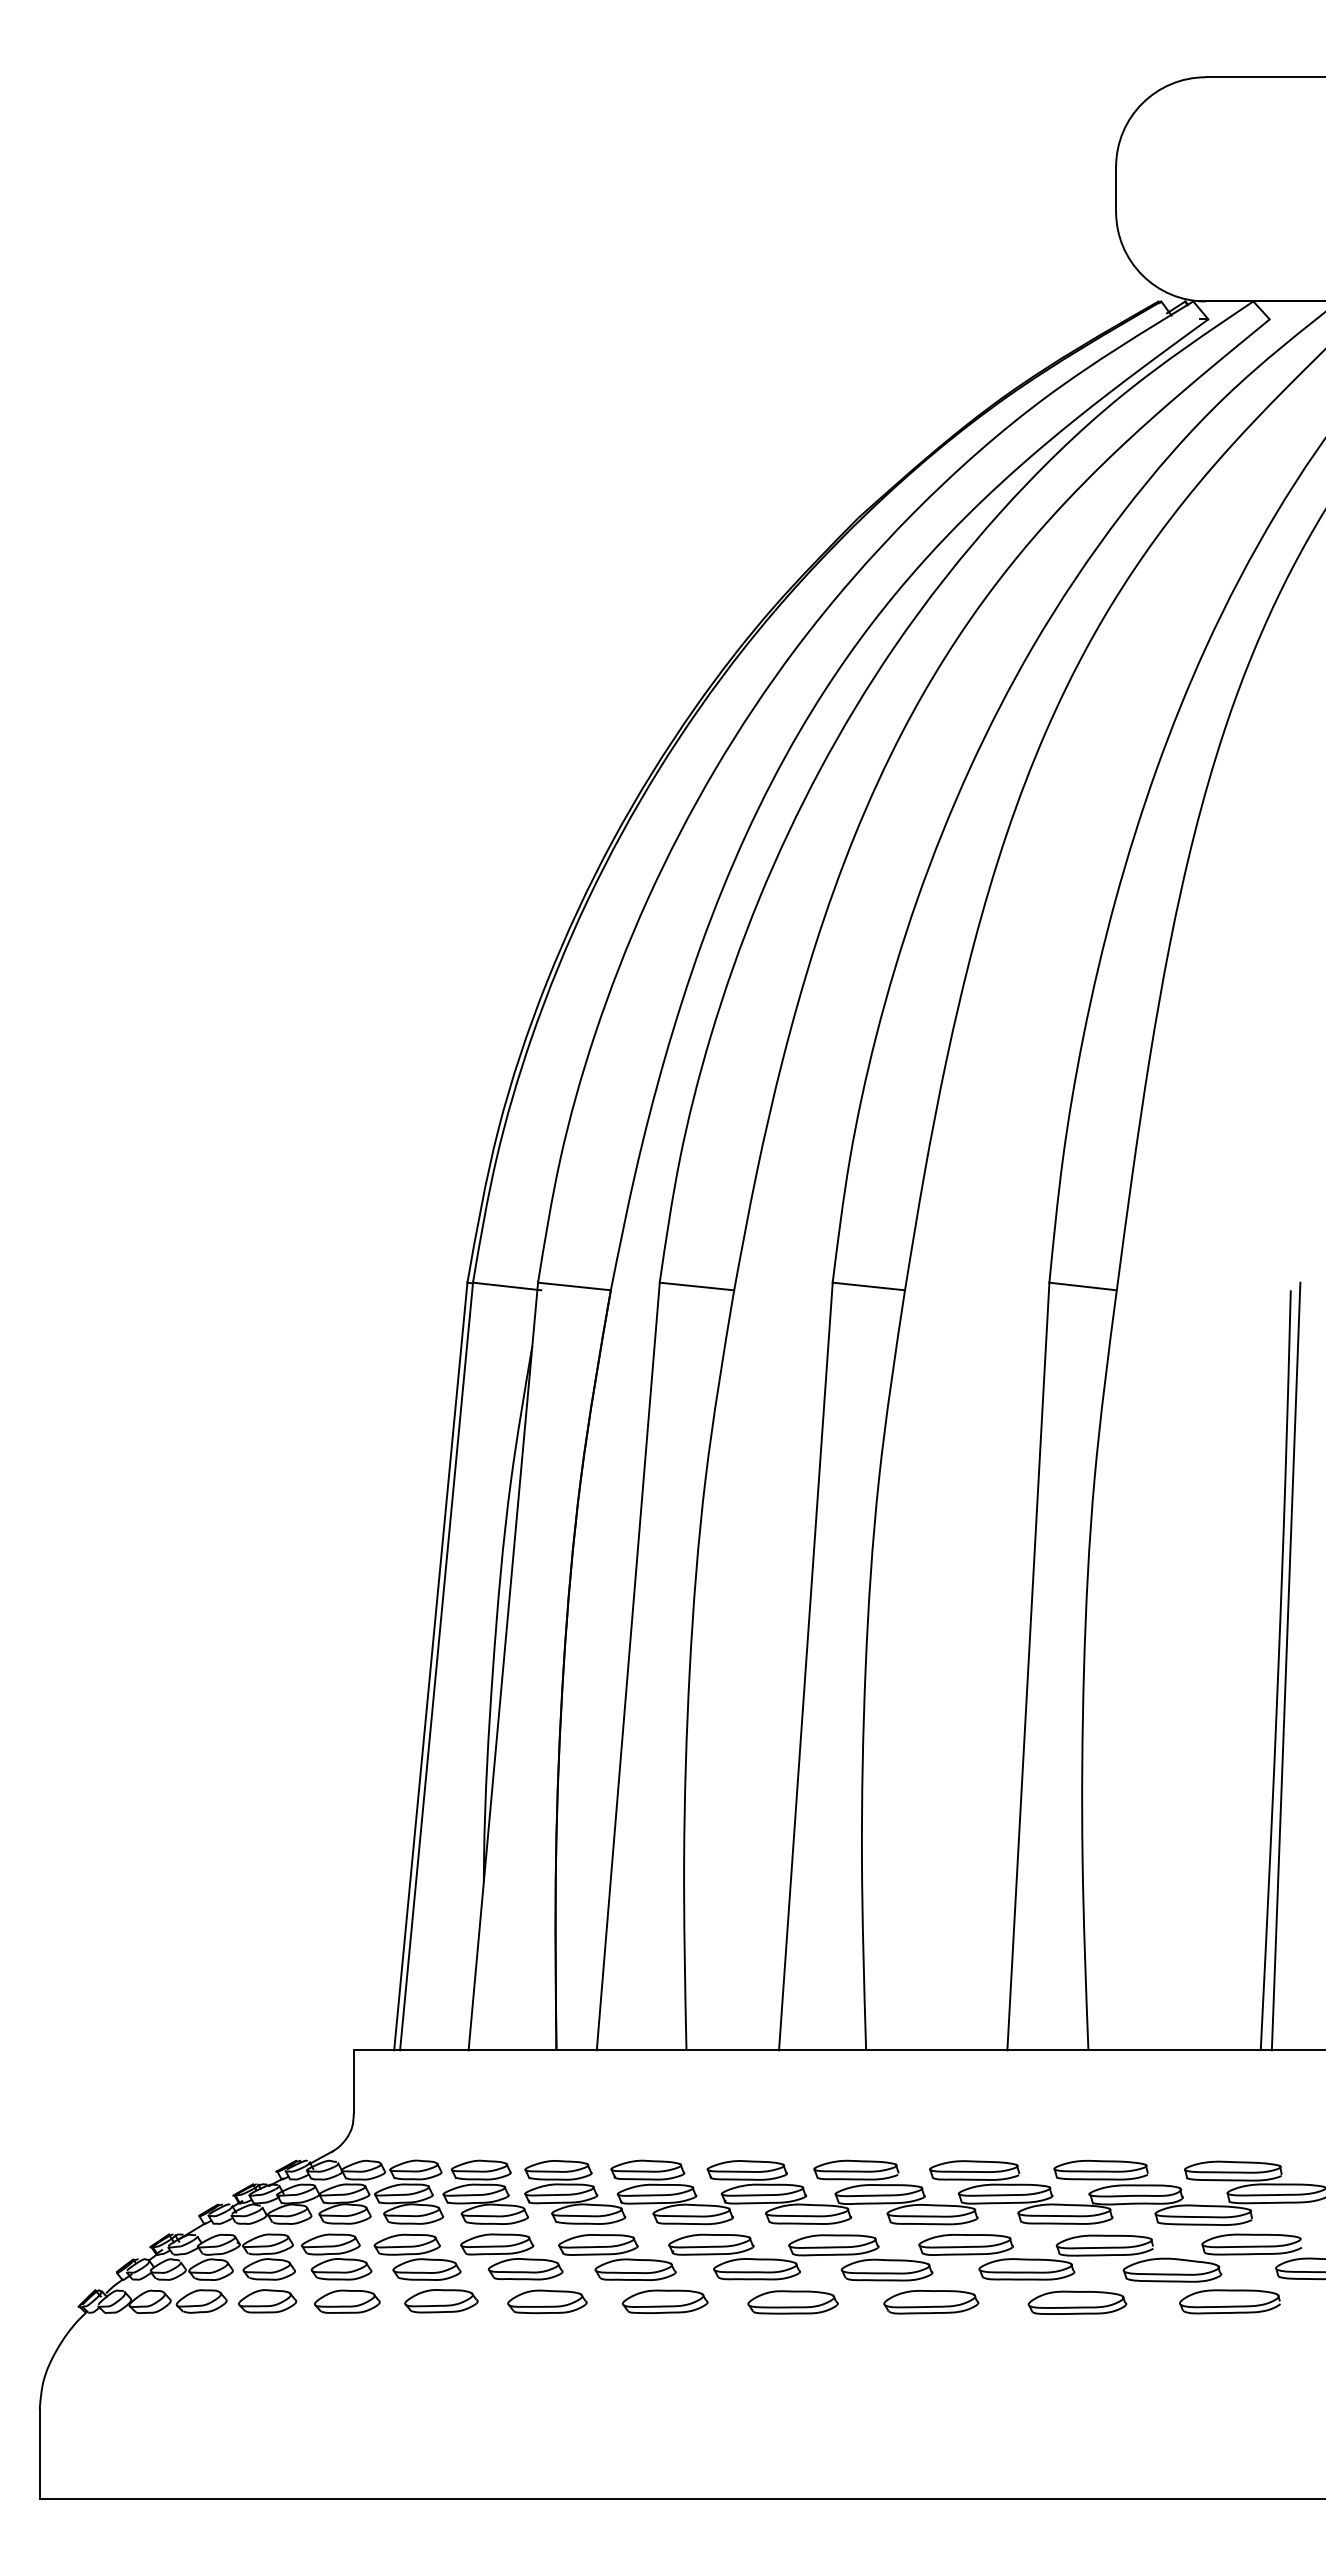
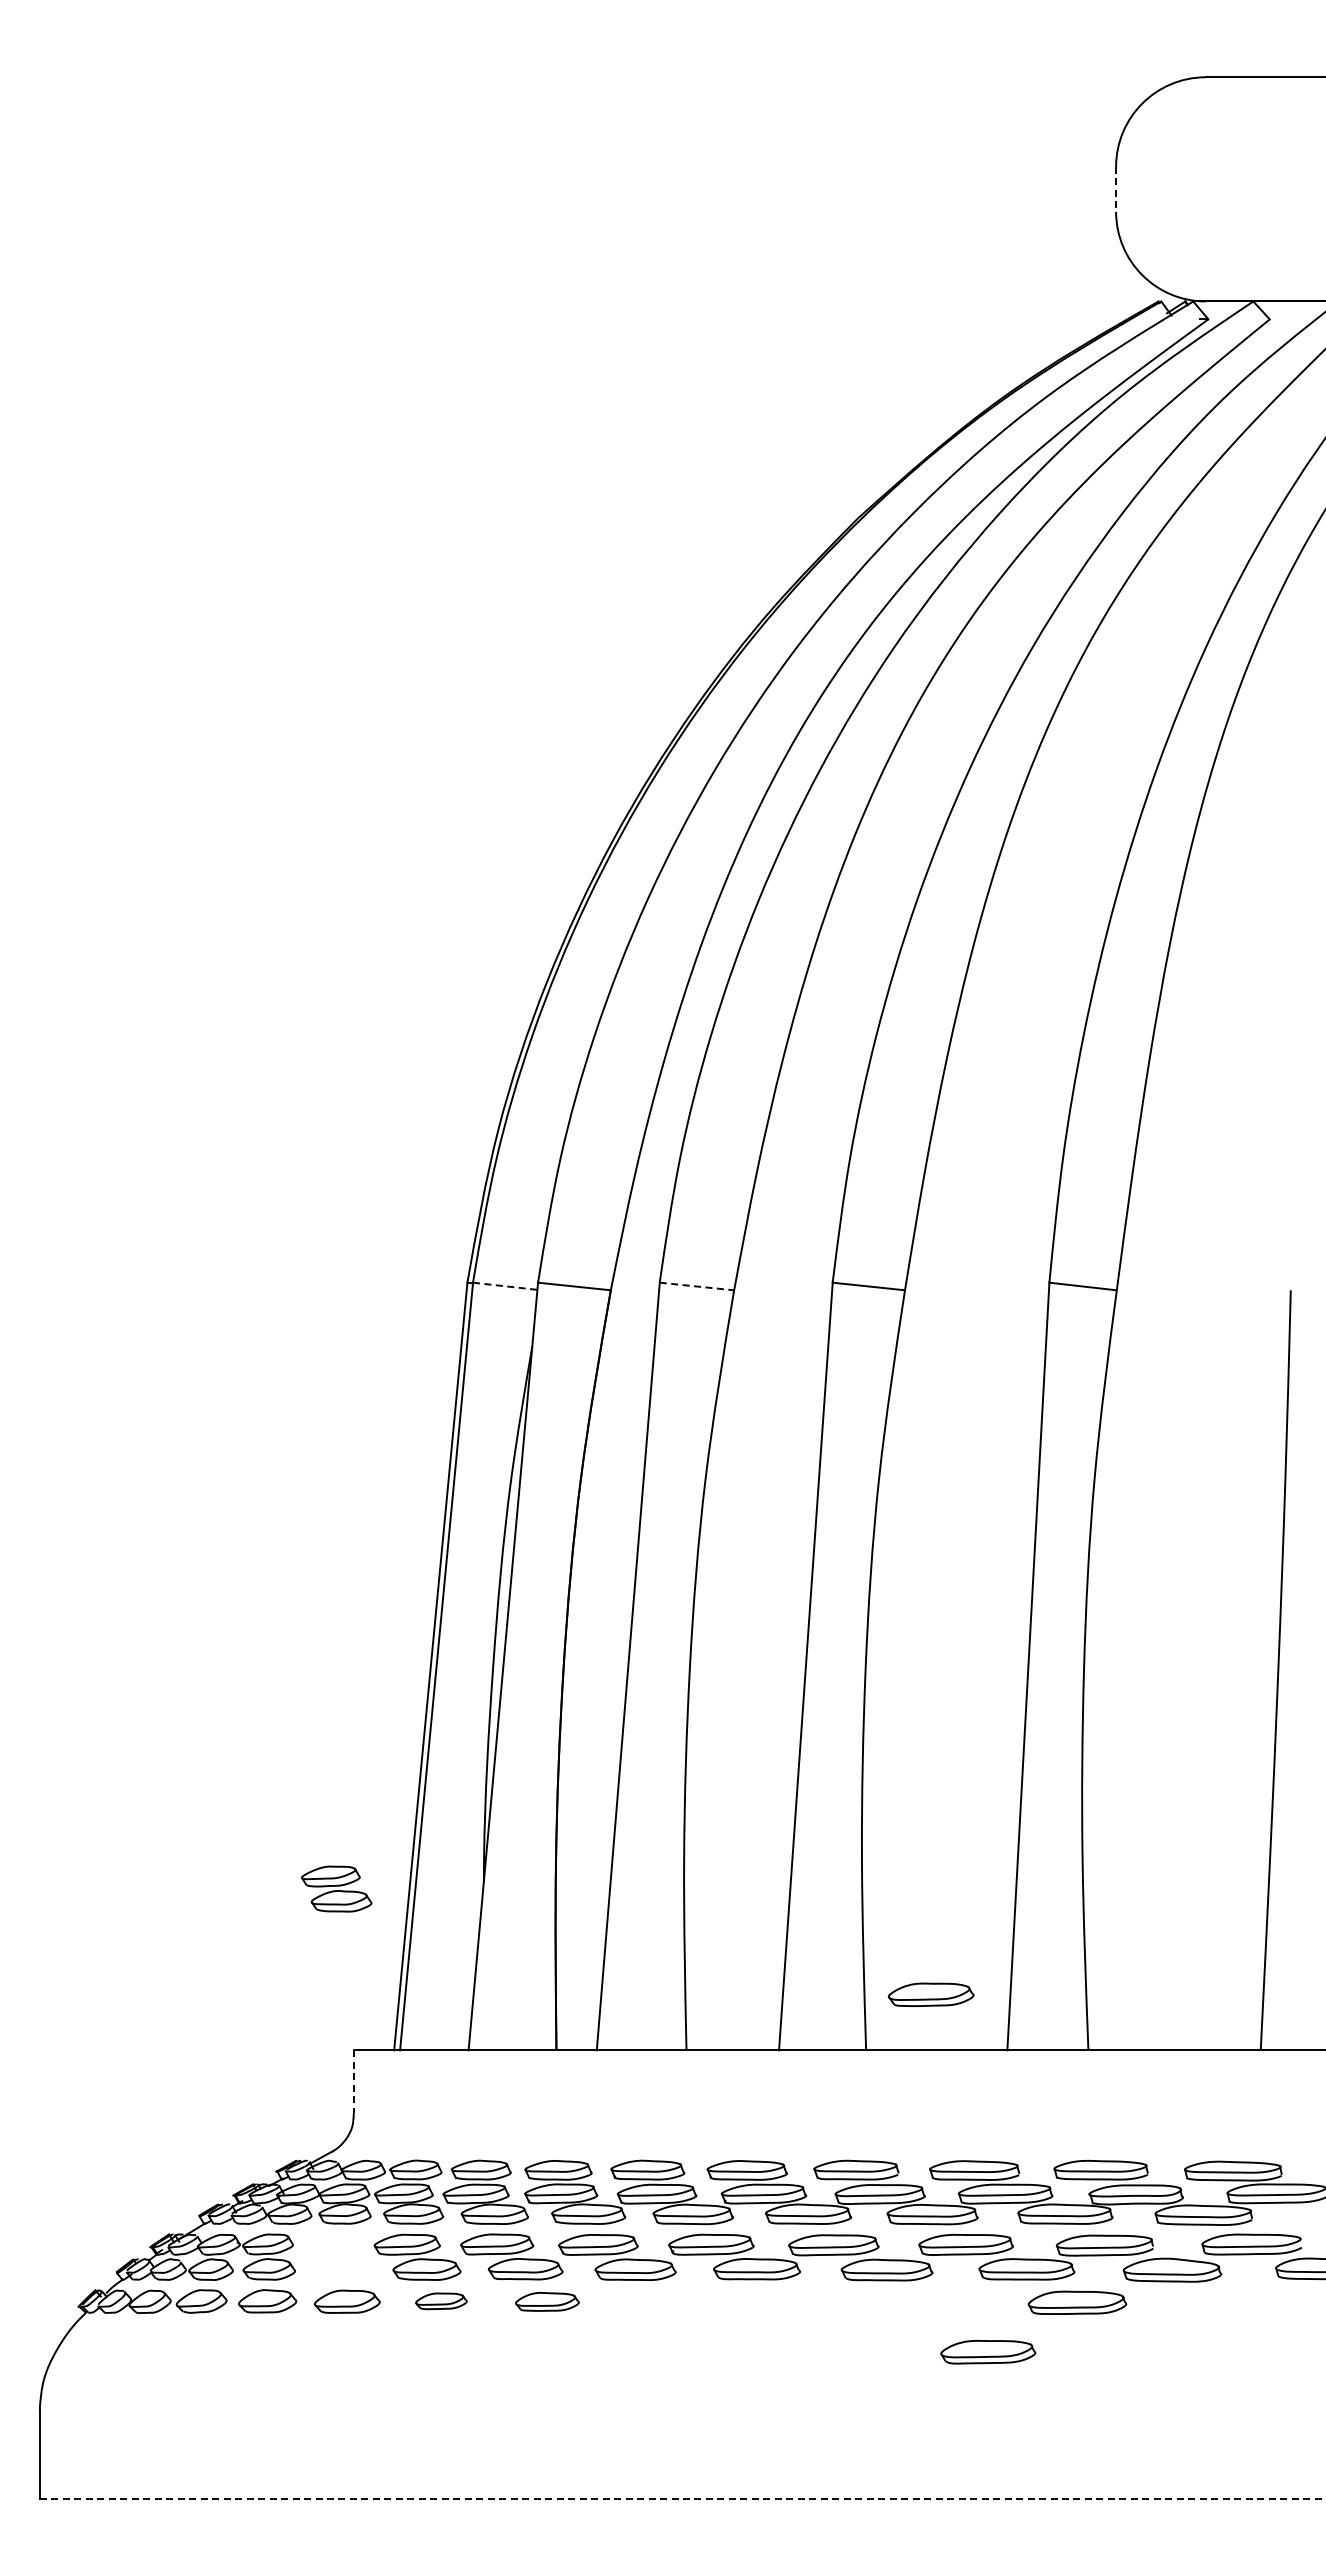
line at (1116, 189): solid -> dashed
line at (507, 1286): solid -> dashed
line at (697, 1286): solid -> dashed
line at (1285, 1666): present -> none
line at (353, 2082): solid -> dashed
part at (336, 2256) position: (336, 2256) -> (336, 1888)
part at (441, 2301) size: 75x25 px -> 53x19 px
part at (547, 2301) size: 81x26 px -> 65x20 px
part at (664, 2301) position: (664, 2301) -> (930, 1994)
part at (1229, 2301): present -> none
part at (792, 2302): present -> none
part at (931, 2302) position: (931, 2302) -> (988, 2352)
line at (682, 2498): solid -> dashed
